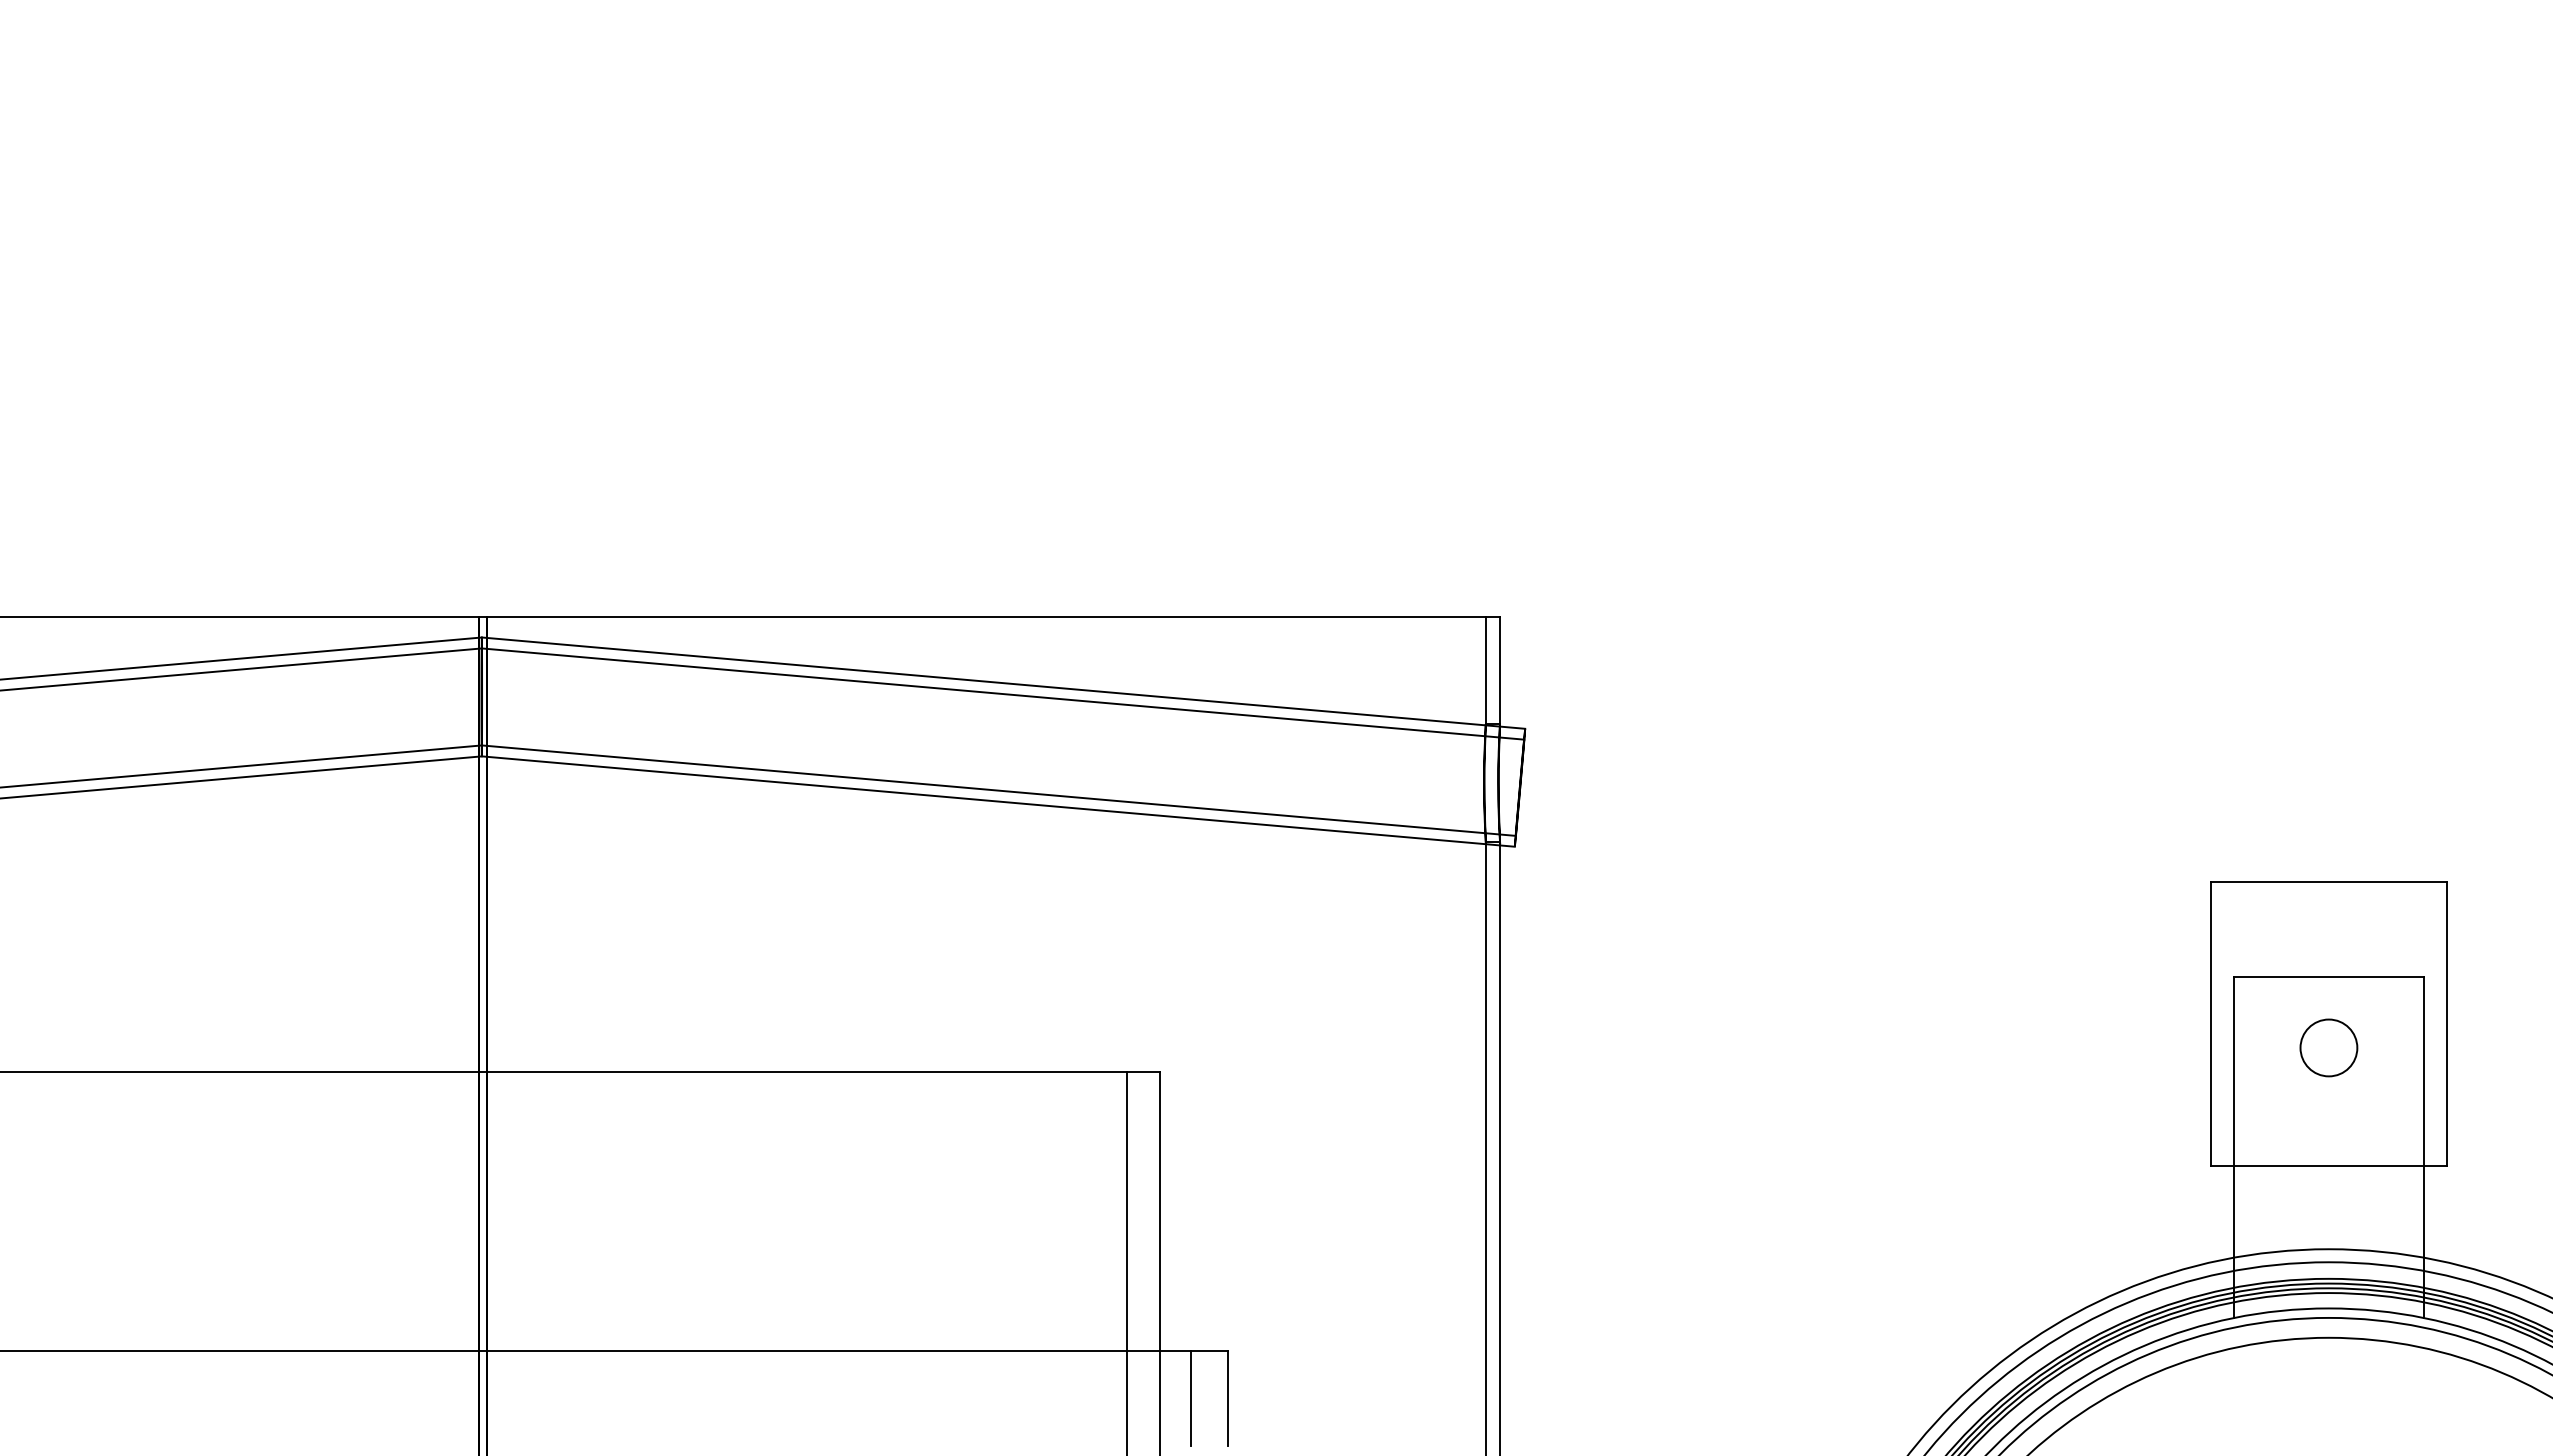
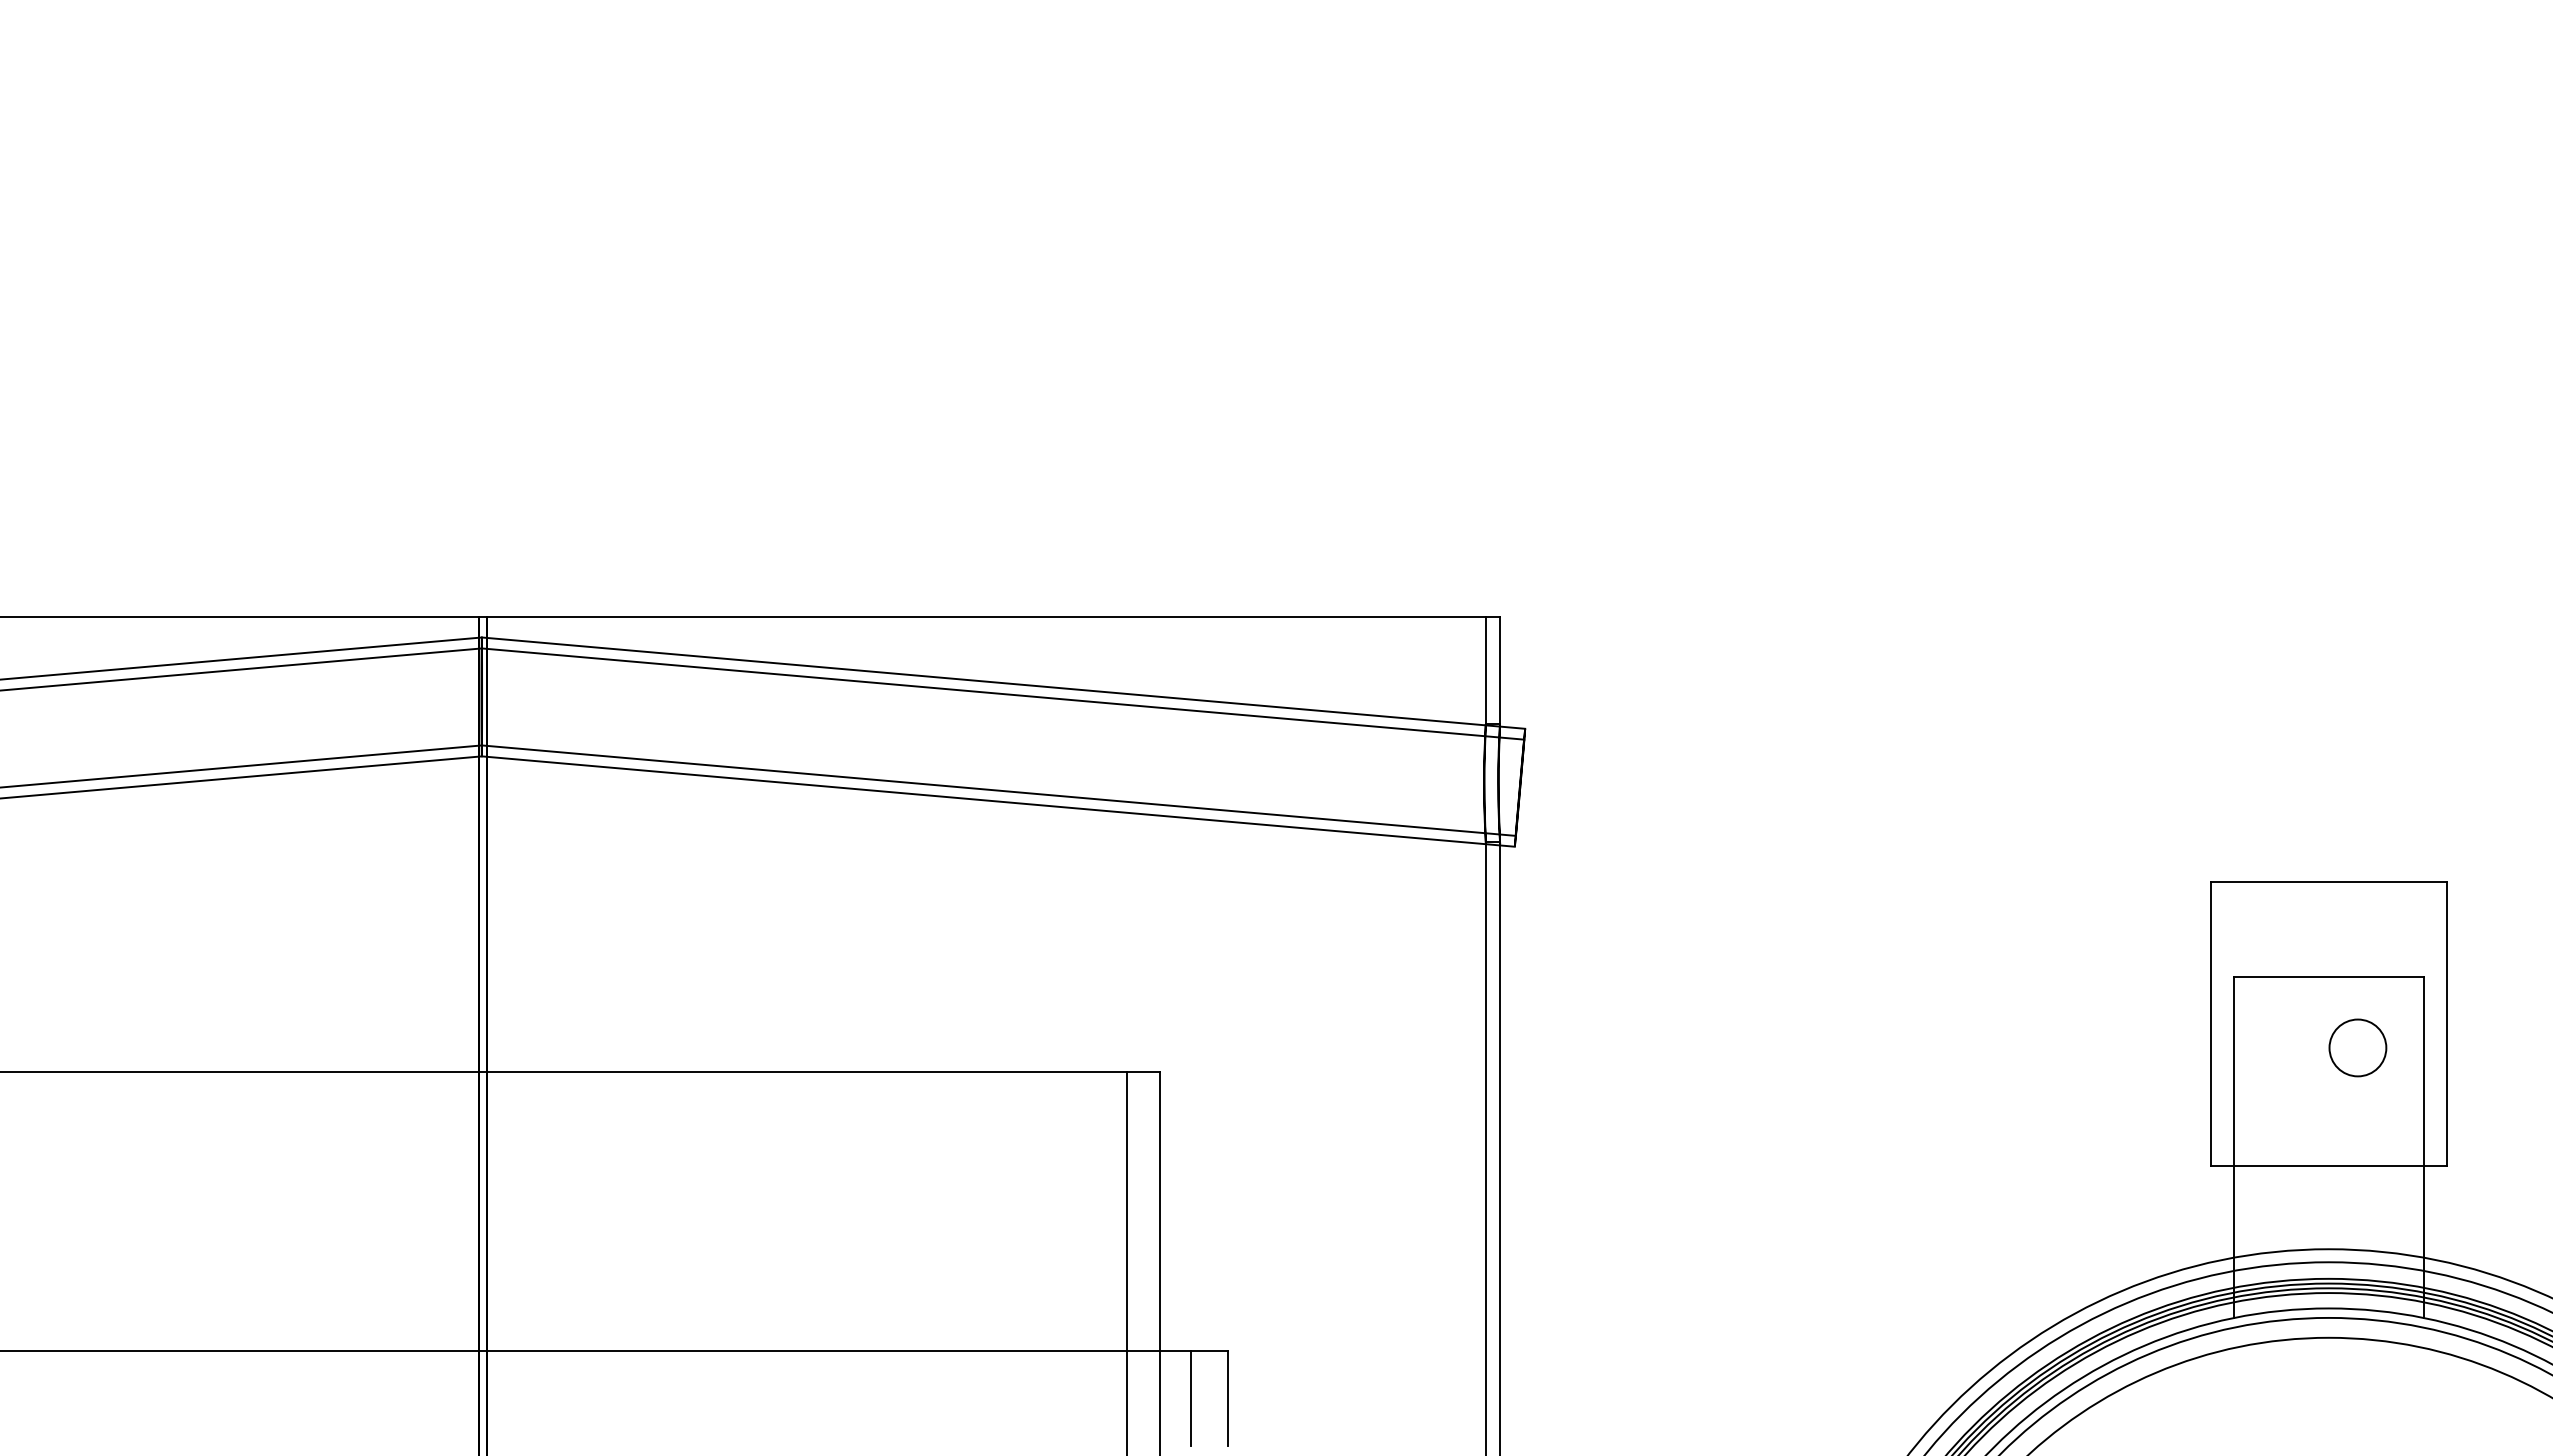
circle at (2328, 1047) position: (2328, 1047) -> (2357, 1047)
